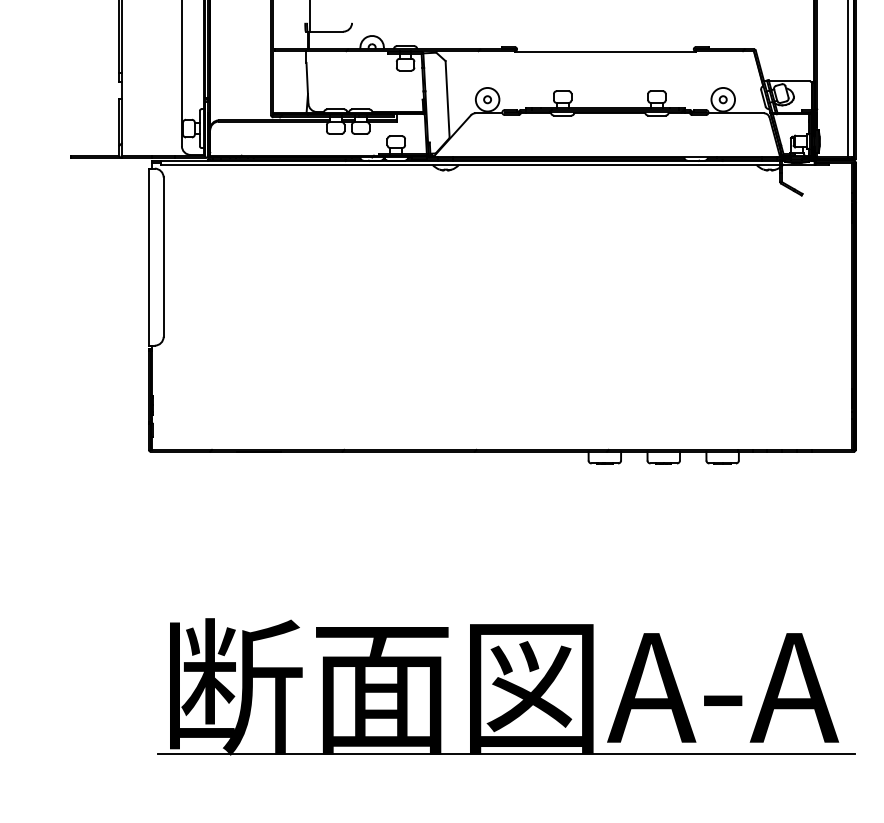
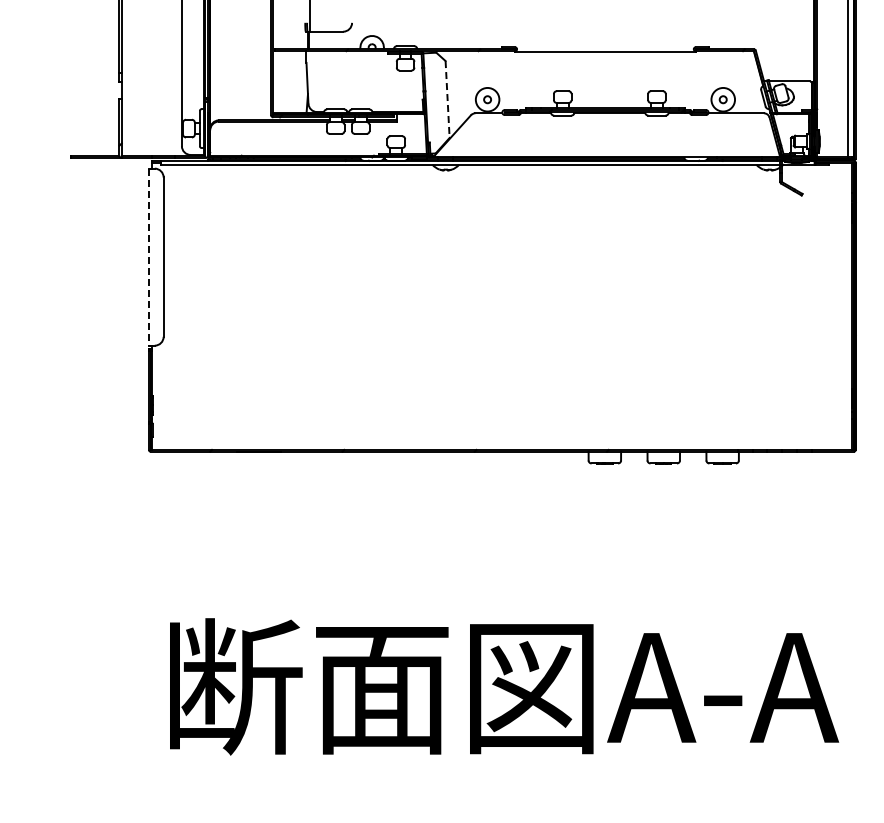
line at (447, 99): solid -> dashed
line at (148, 257): solid -> dashed
line at (506, 753): present -> none
